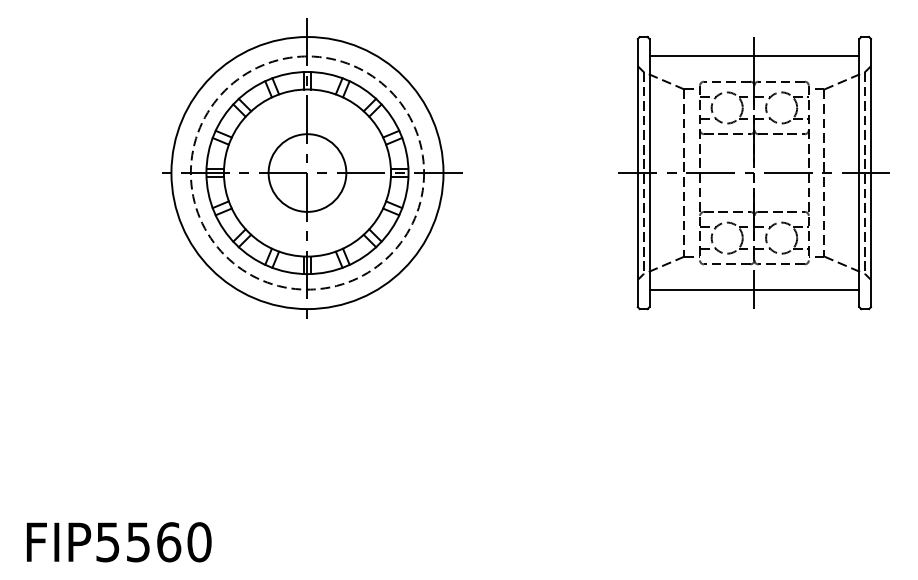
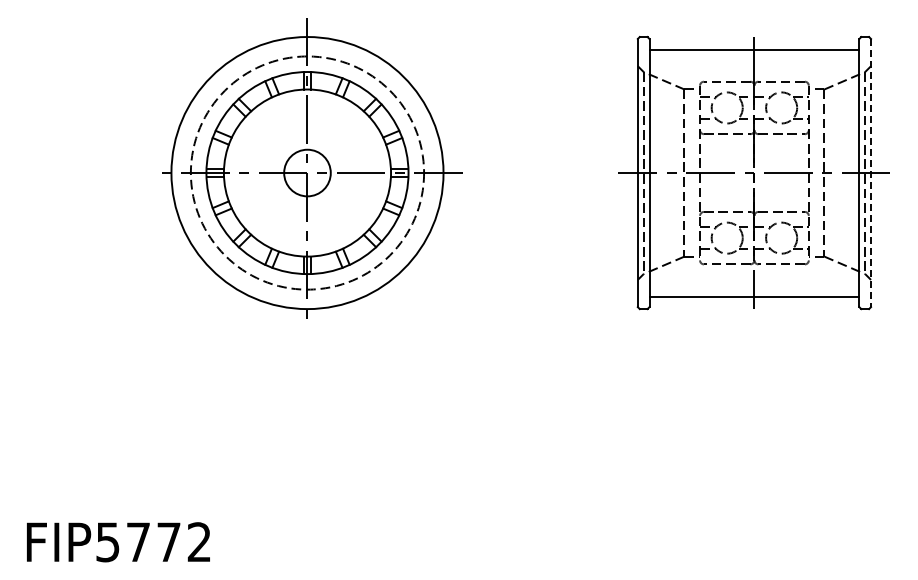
line at (754, 56) position: (754, 56) -> (754, 50)
circle at (307, 172) diameter: 78 px -> 47 px
line at (871, 173): solid -> dashed
line at (754, 289) position: (754, 289) -> (754, 296)
text at (169, 542): FIP5560 -> FIP5772
